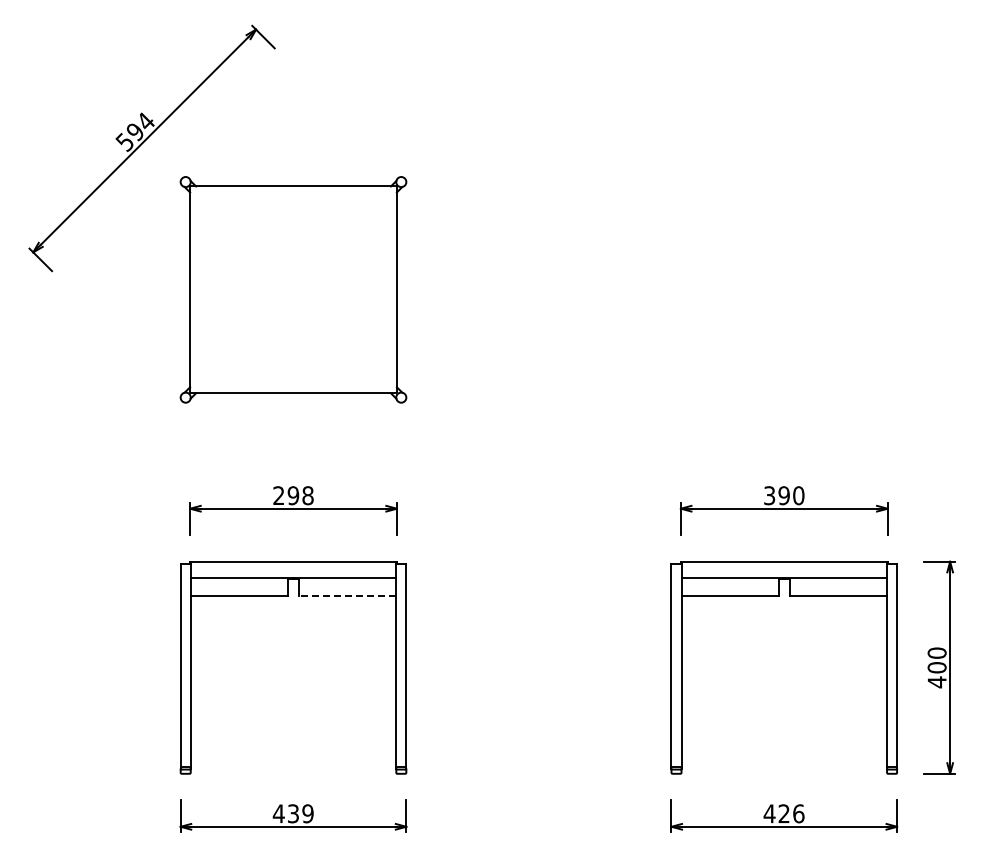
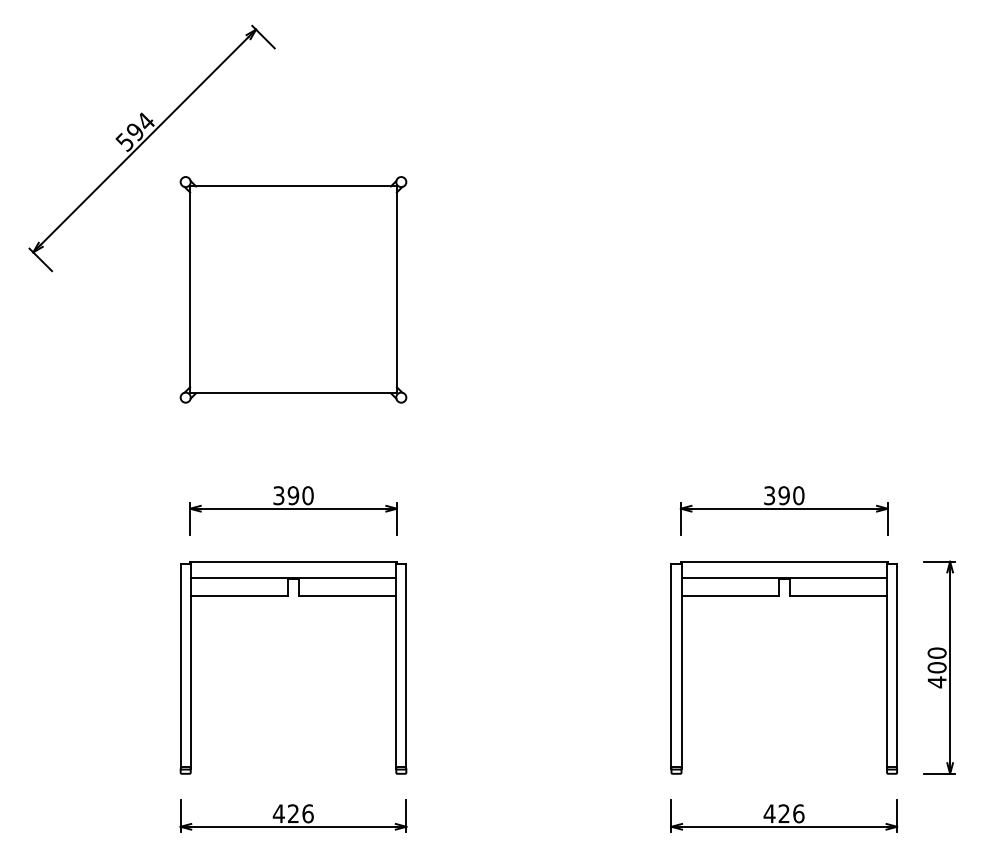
text at (293, 495): 298 -> 390
line at (347, 595): dashed -> solid
text at (300, 813): 439 -> 426
